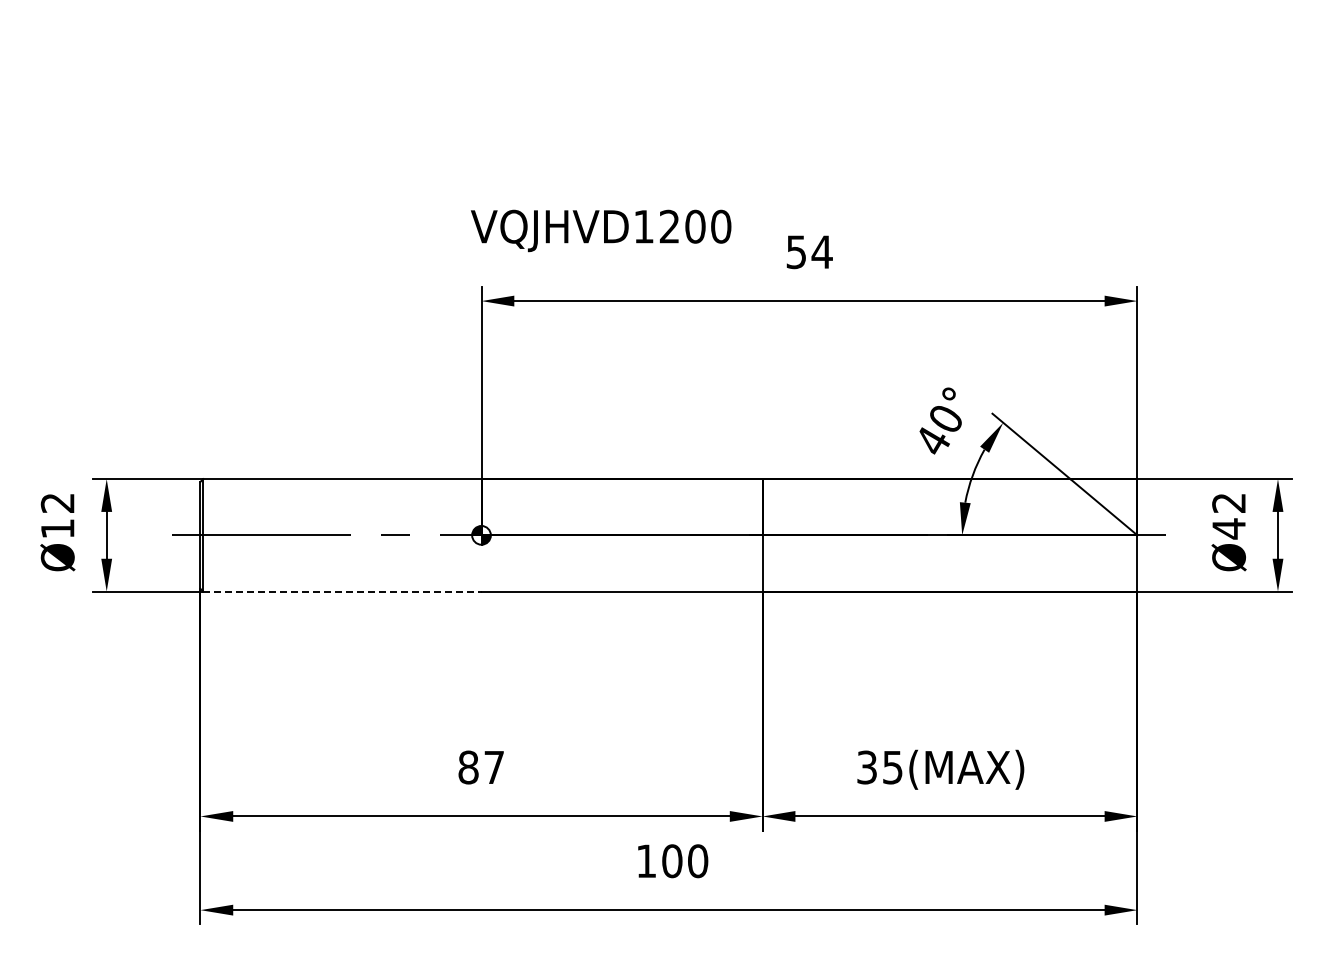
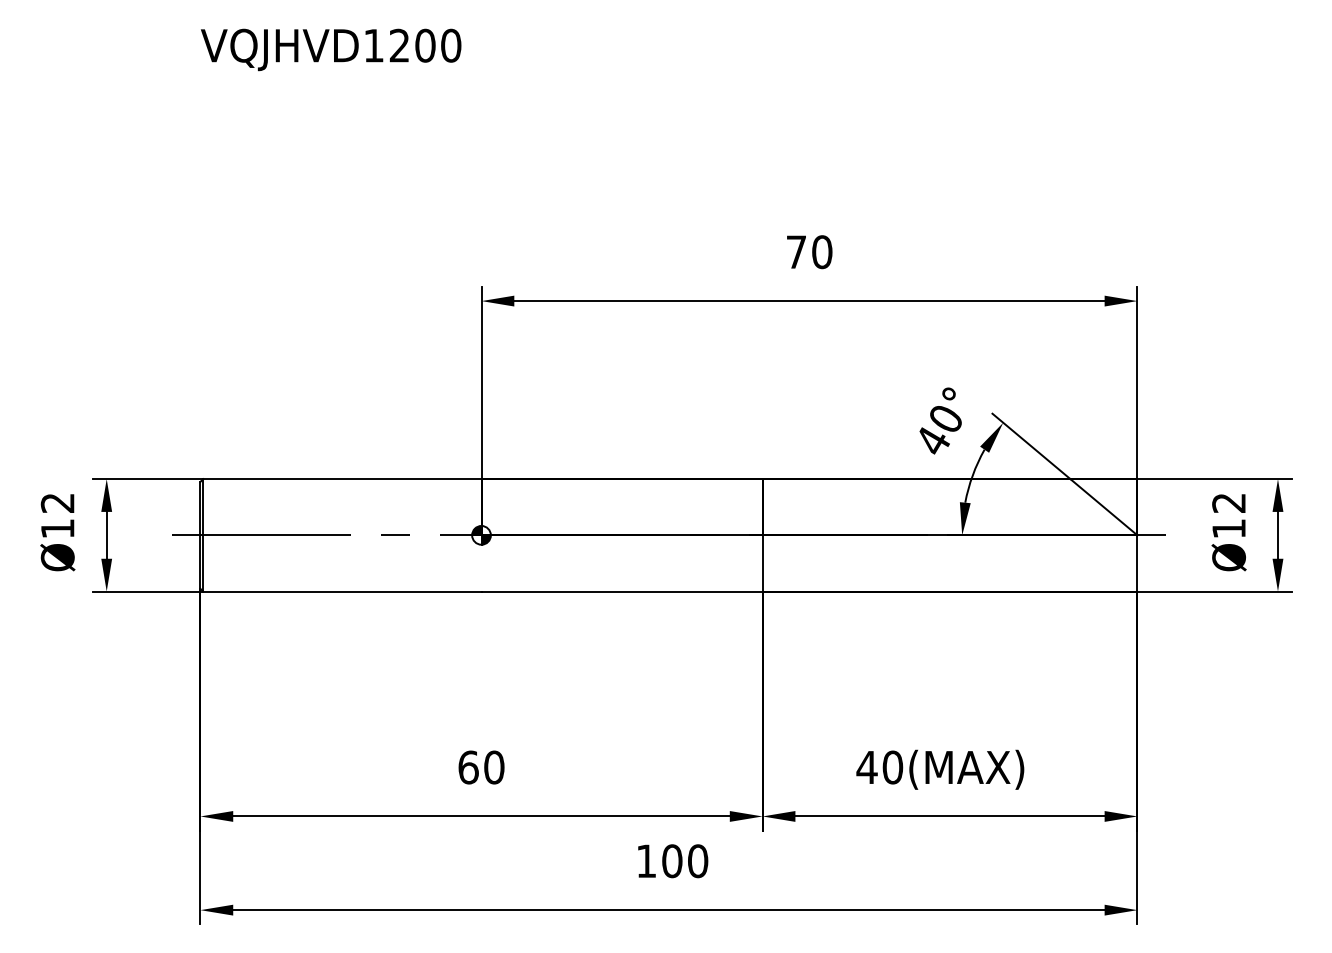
text at (601, 230) position: (601, 230) -> (331, 49)
text at (809, 252): 54 -> 70
text at (1228, 528): Ø42 -> Ø12
line at (342, 591): dashed -> solid
text at (481, 767): 87 -> 60
text at (879, 767): 35(MAX) -> 40(MAX)
